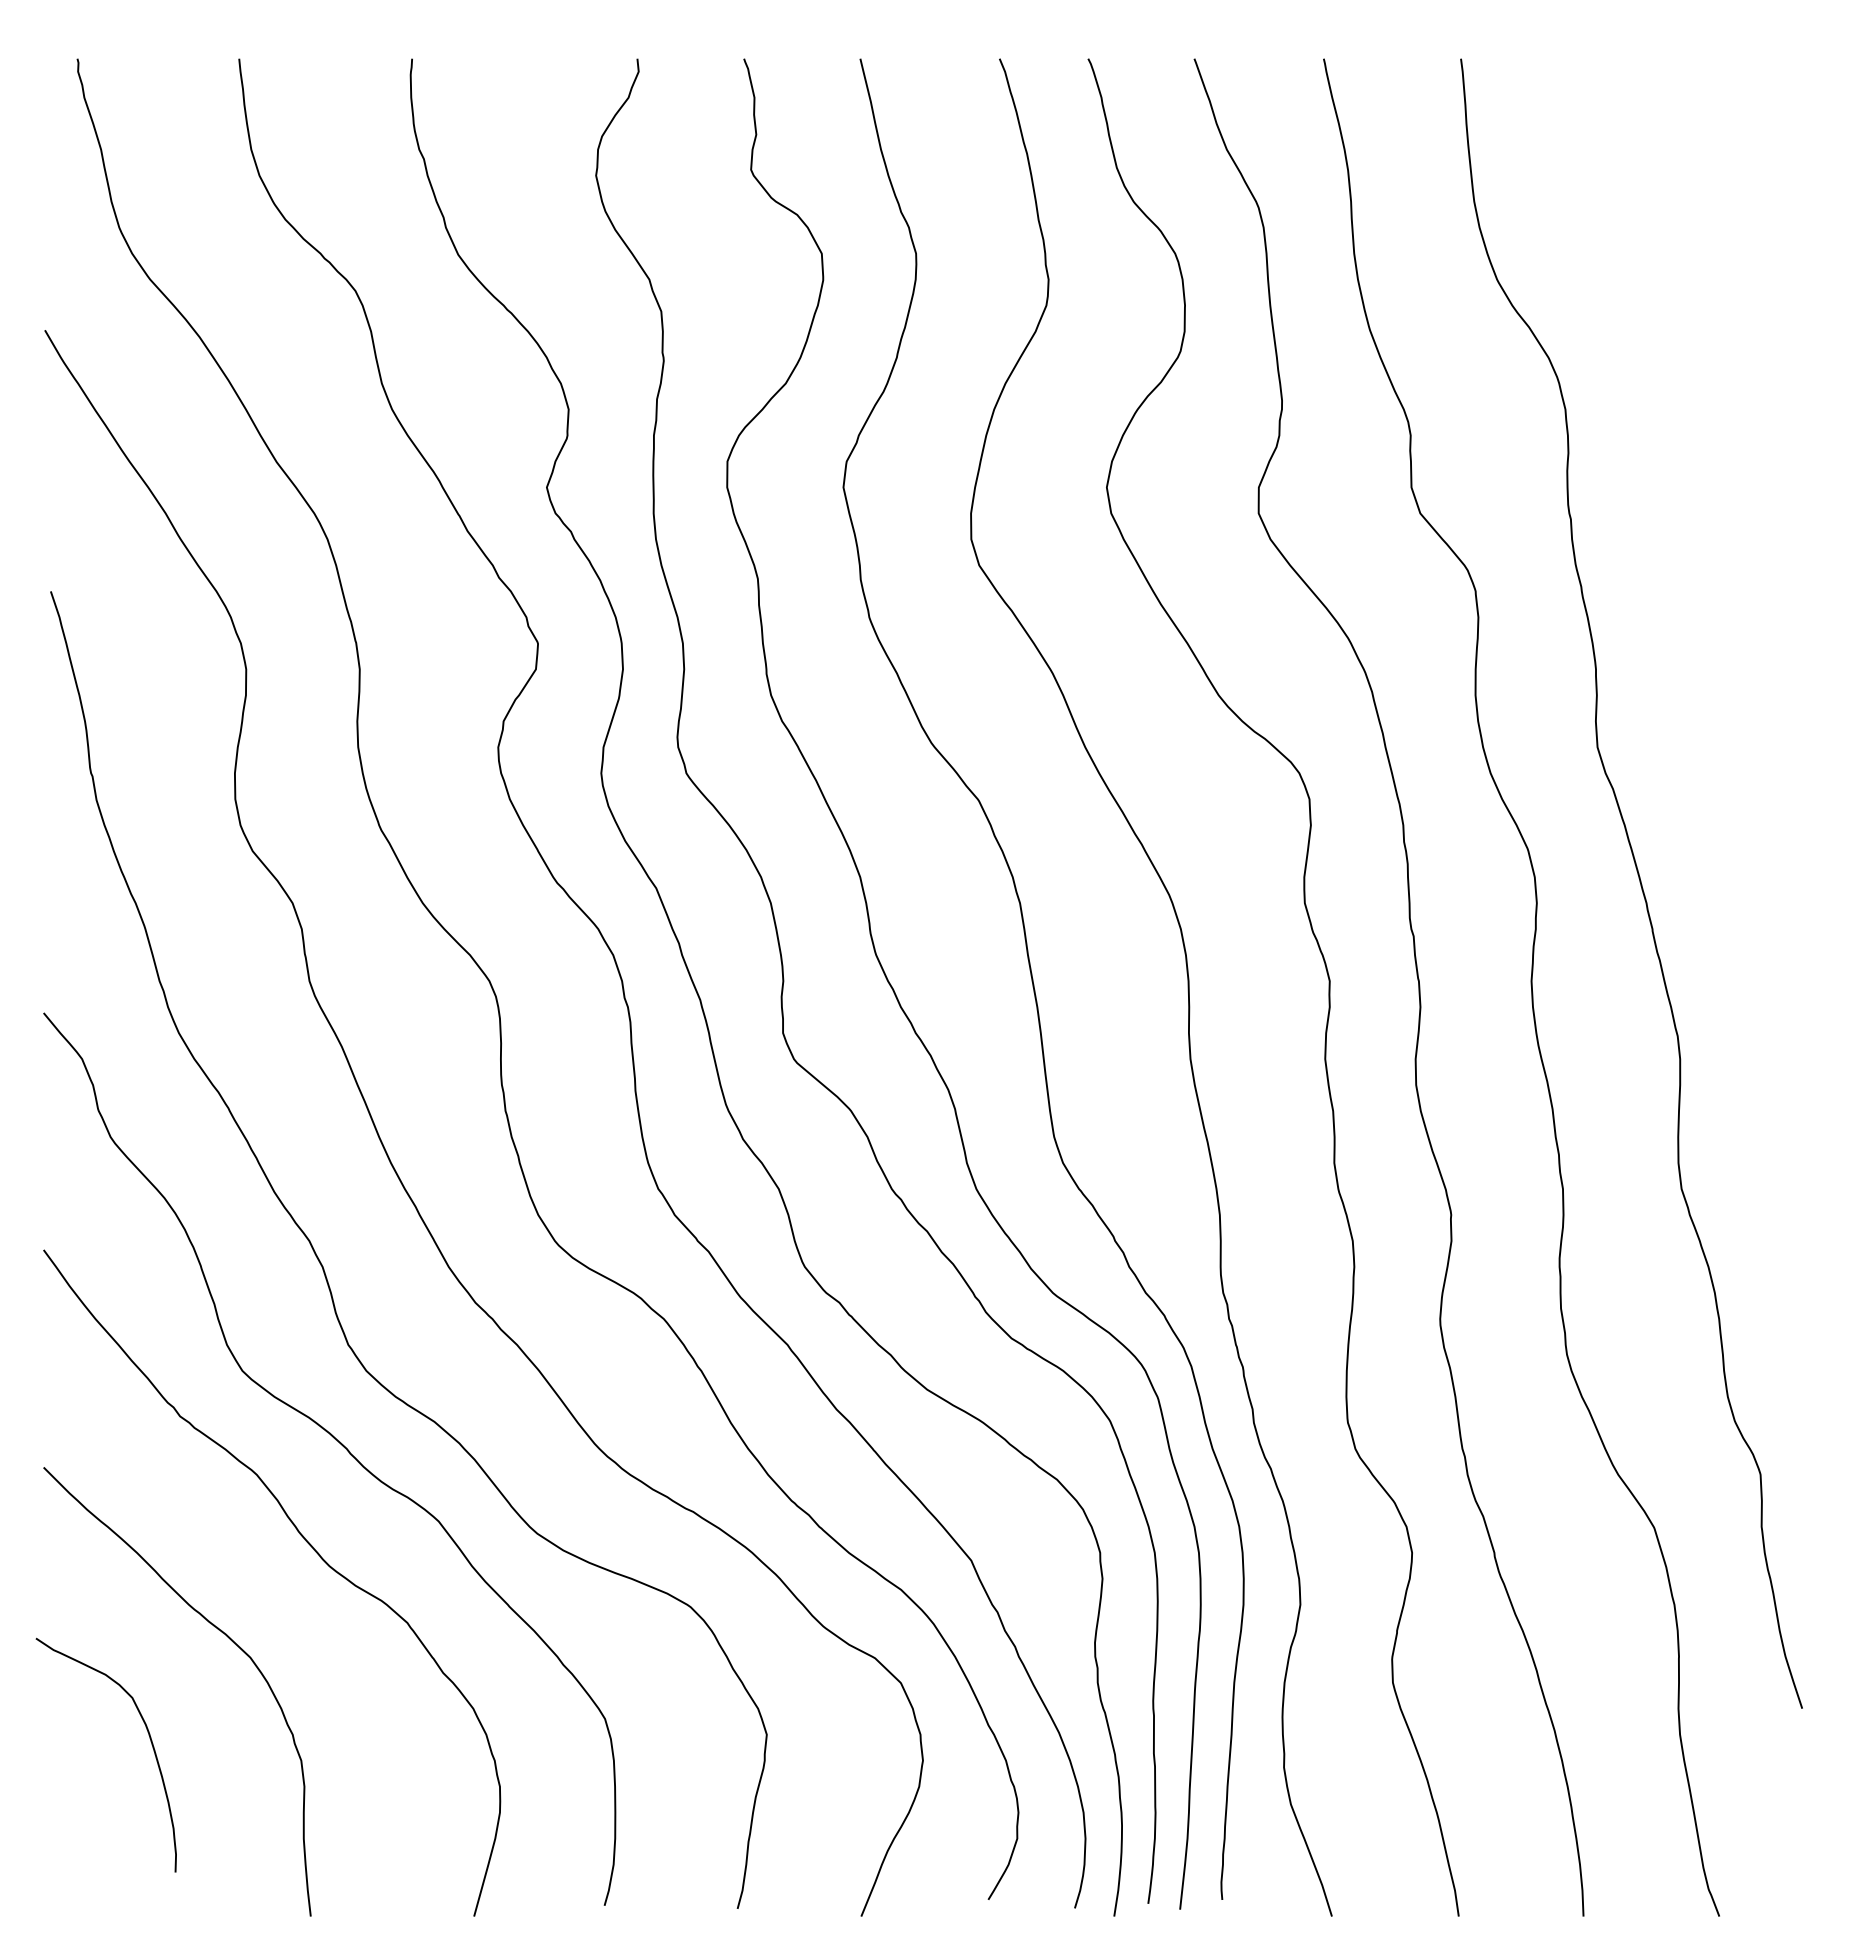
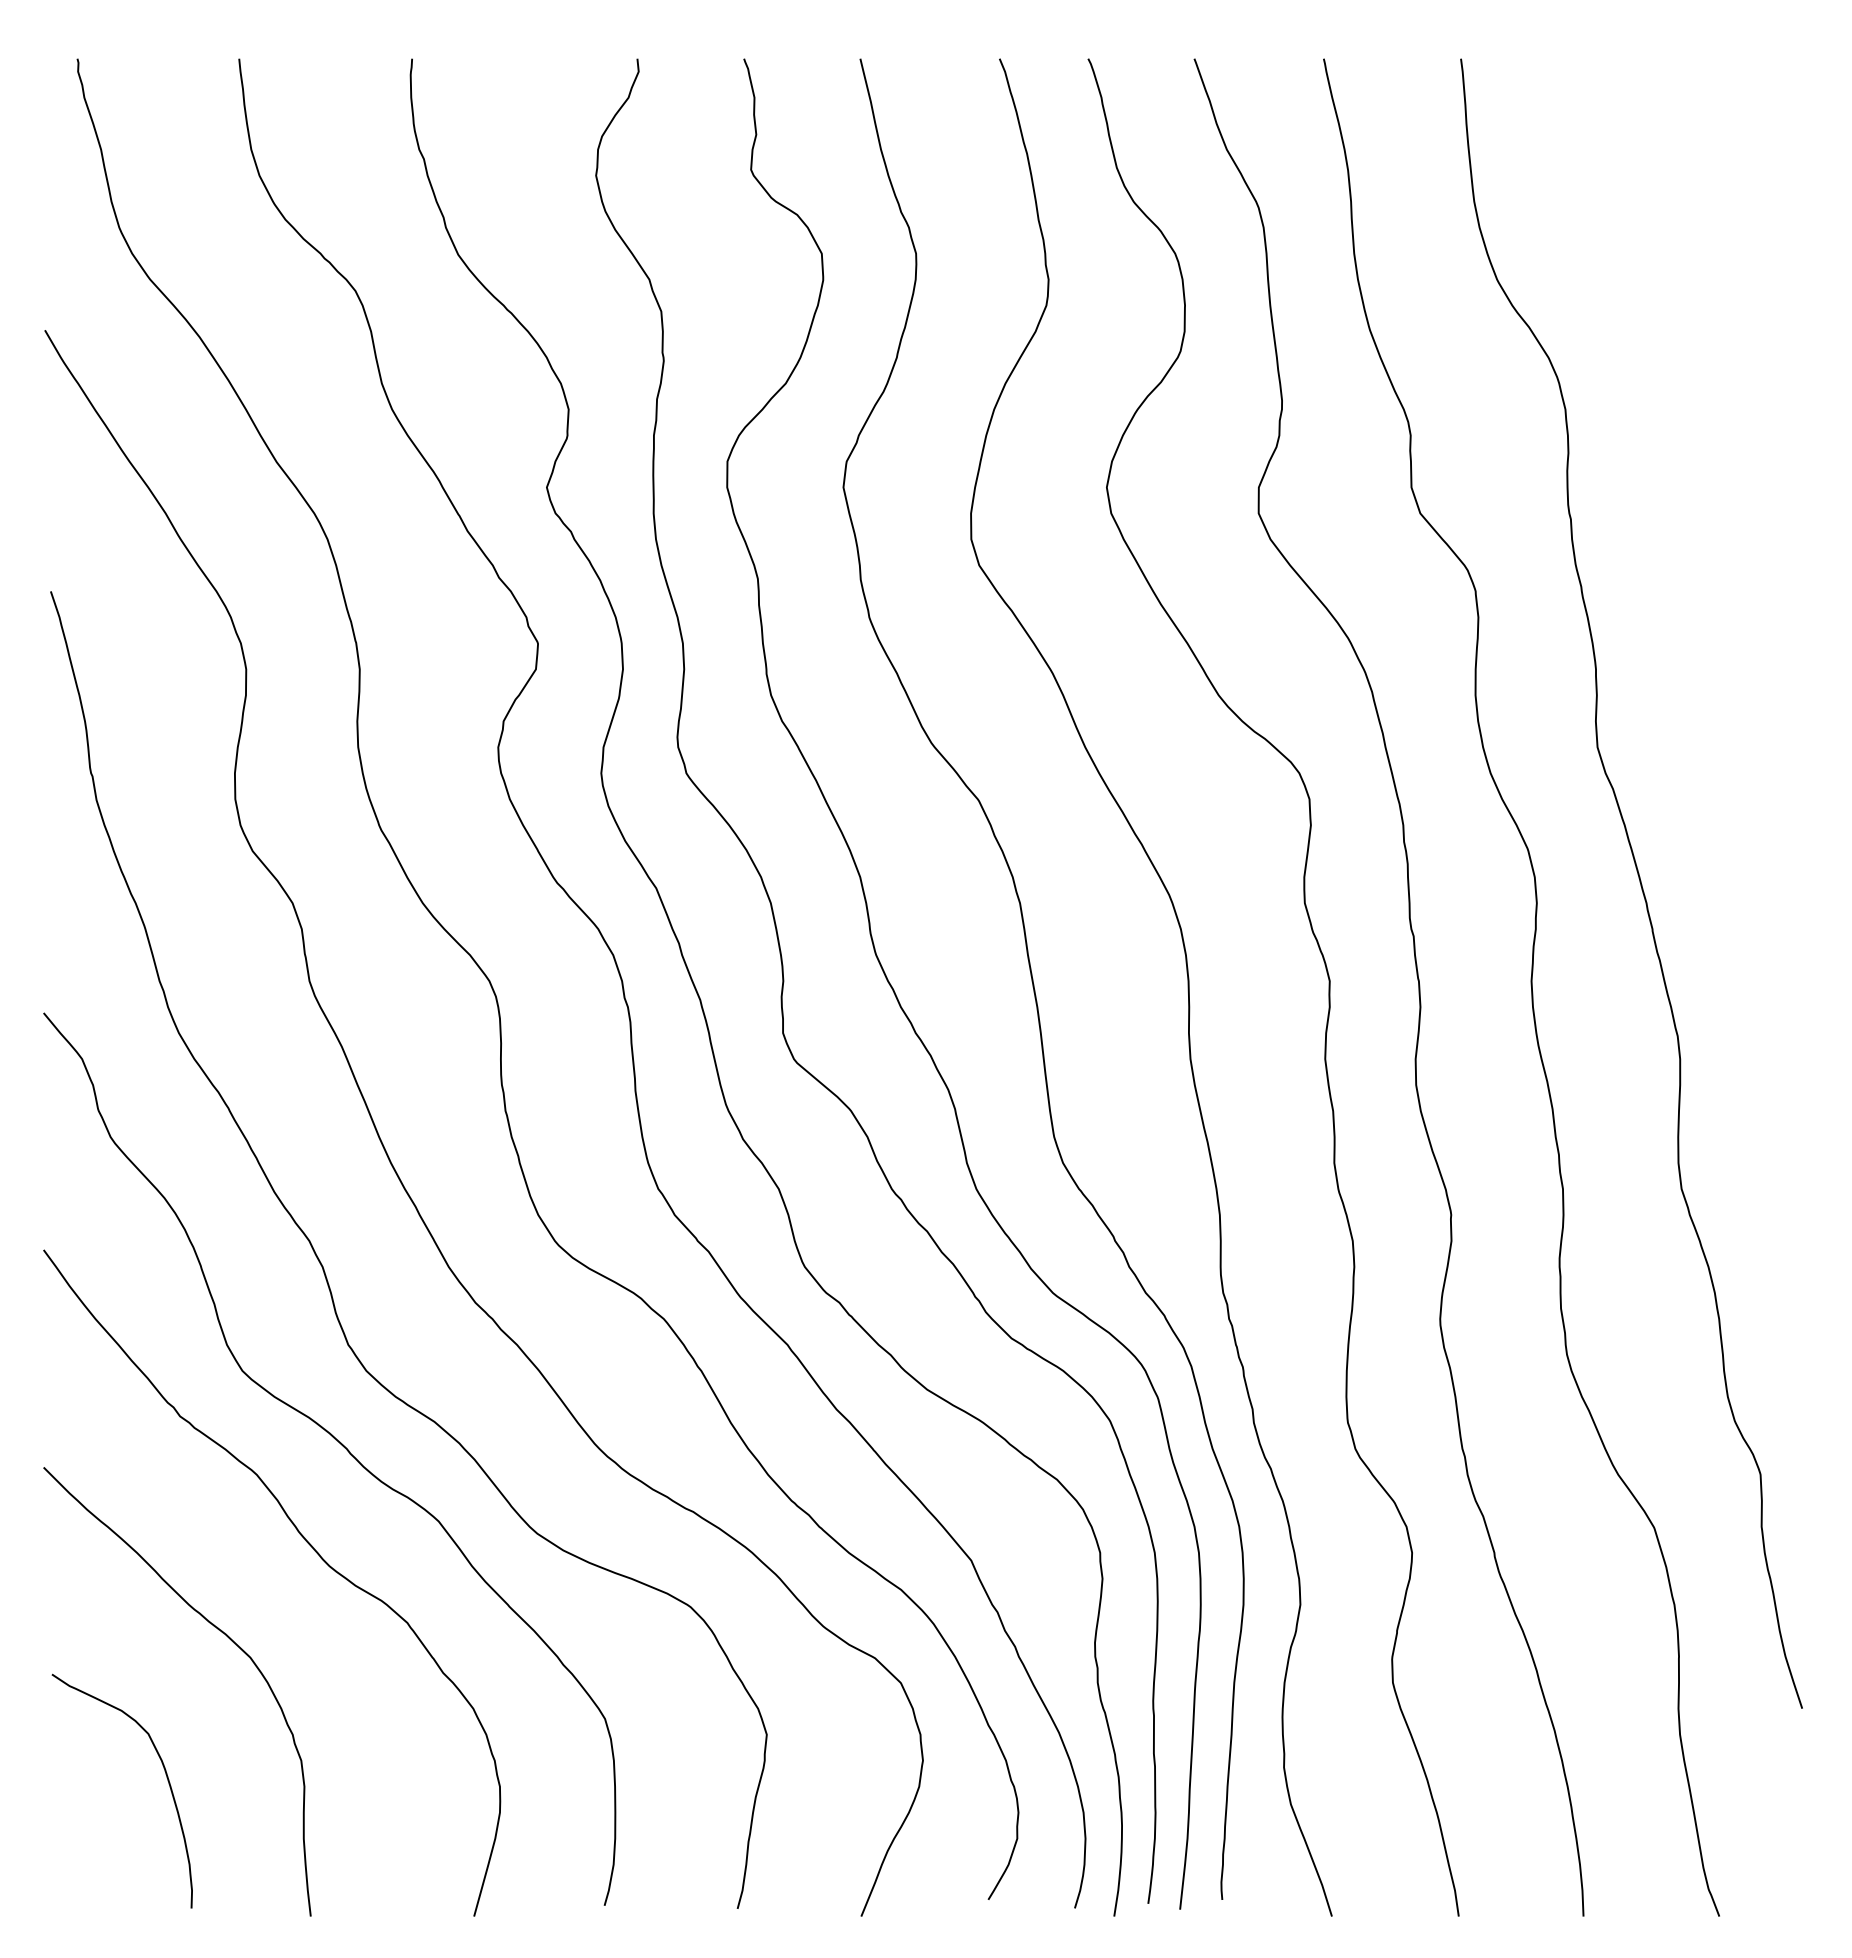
curve at (149, 1738) position: (149, 1738) -> (165, 1774)
